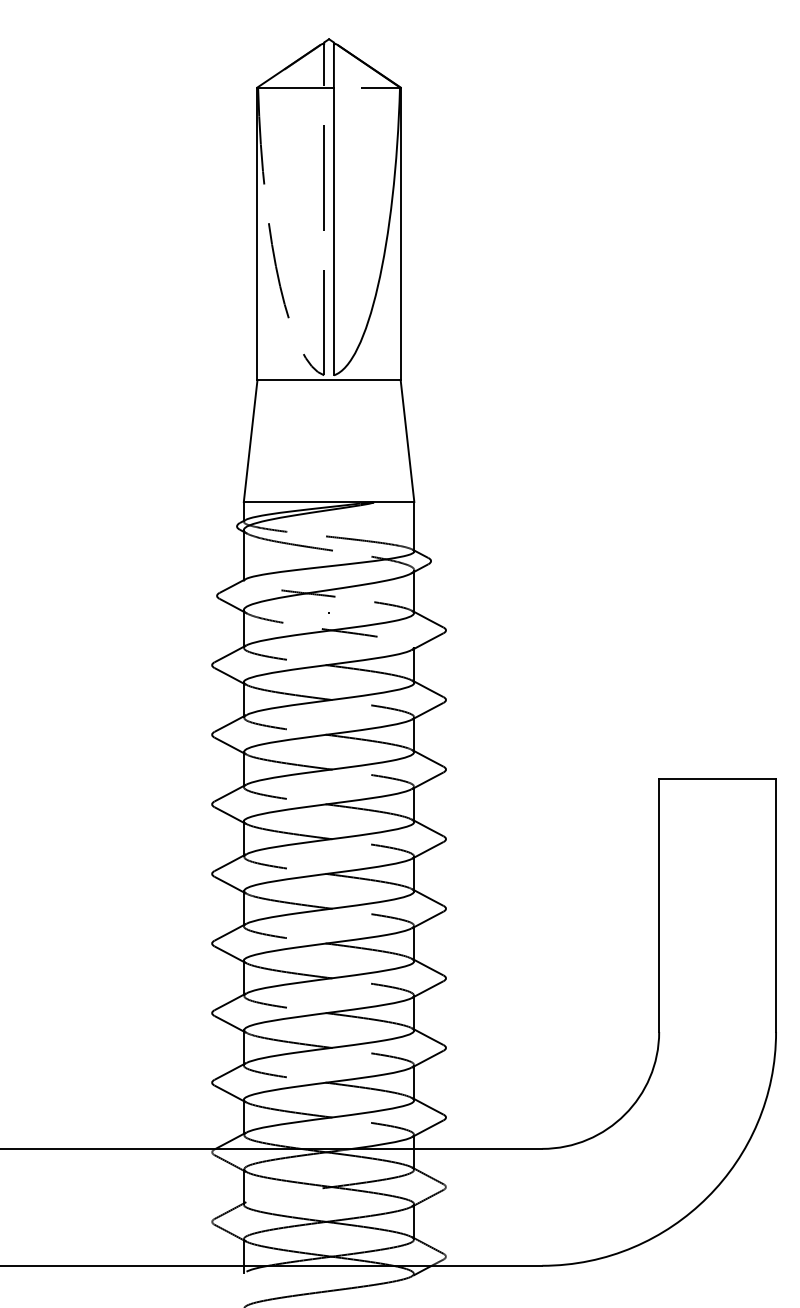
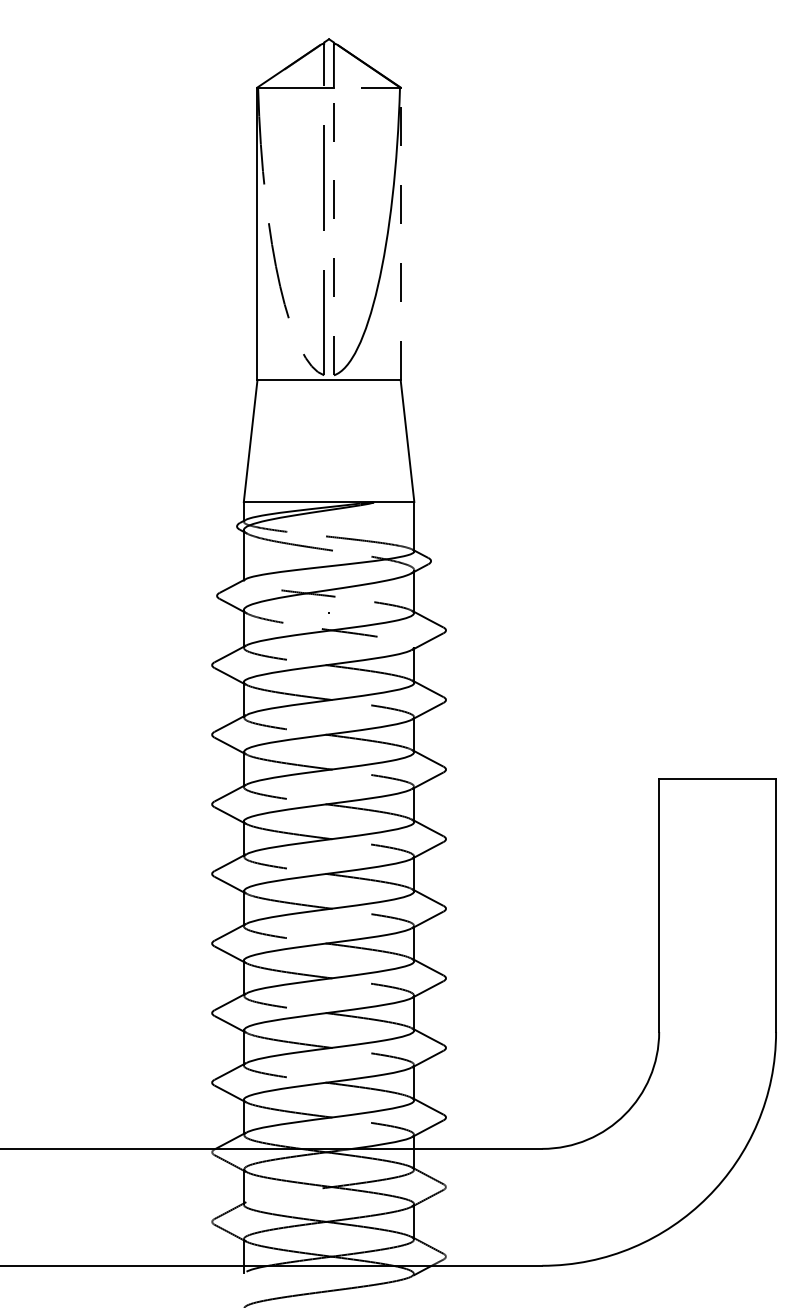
line at (333, 231): solid -> dashed
line at (400, 233): solid -> dashed
